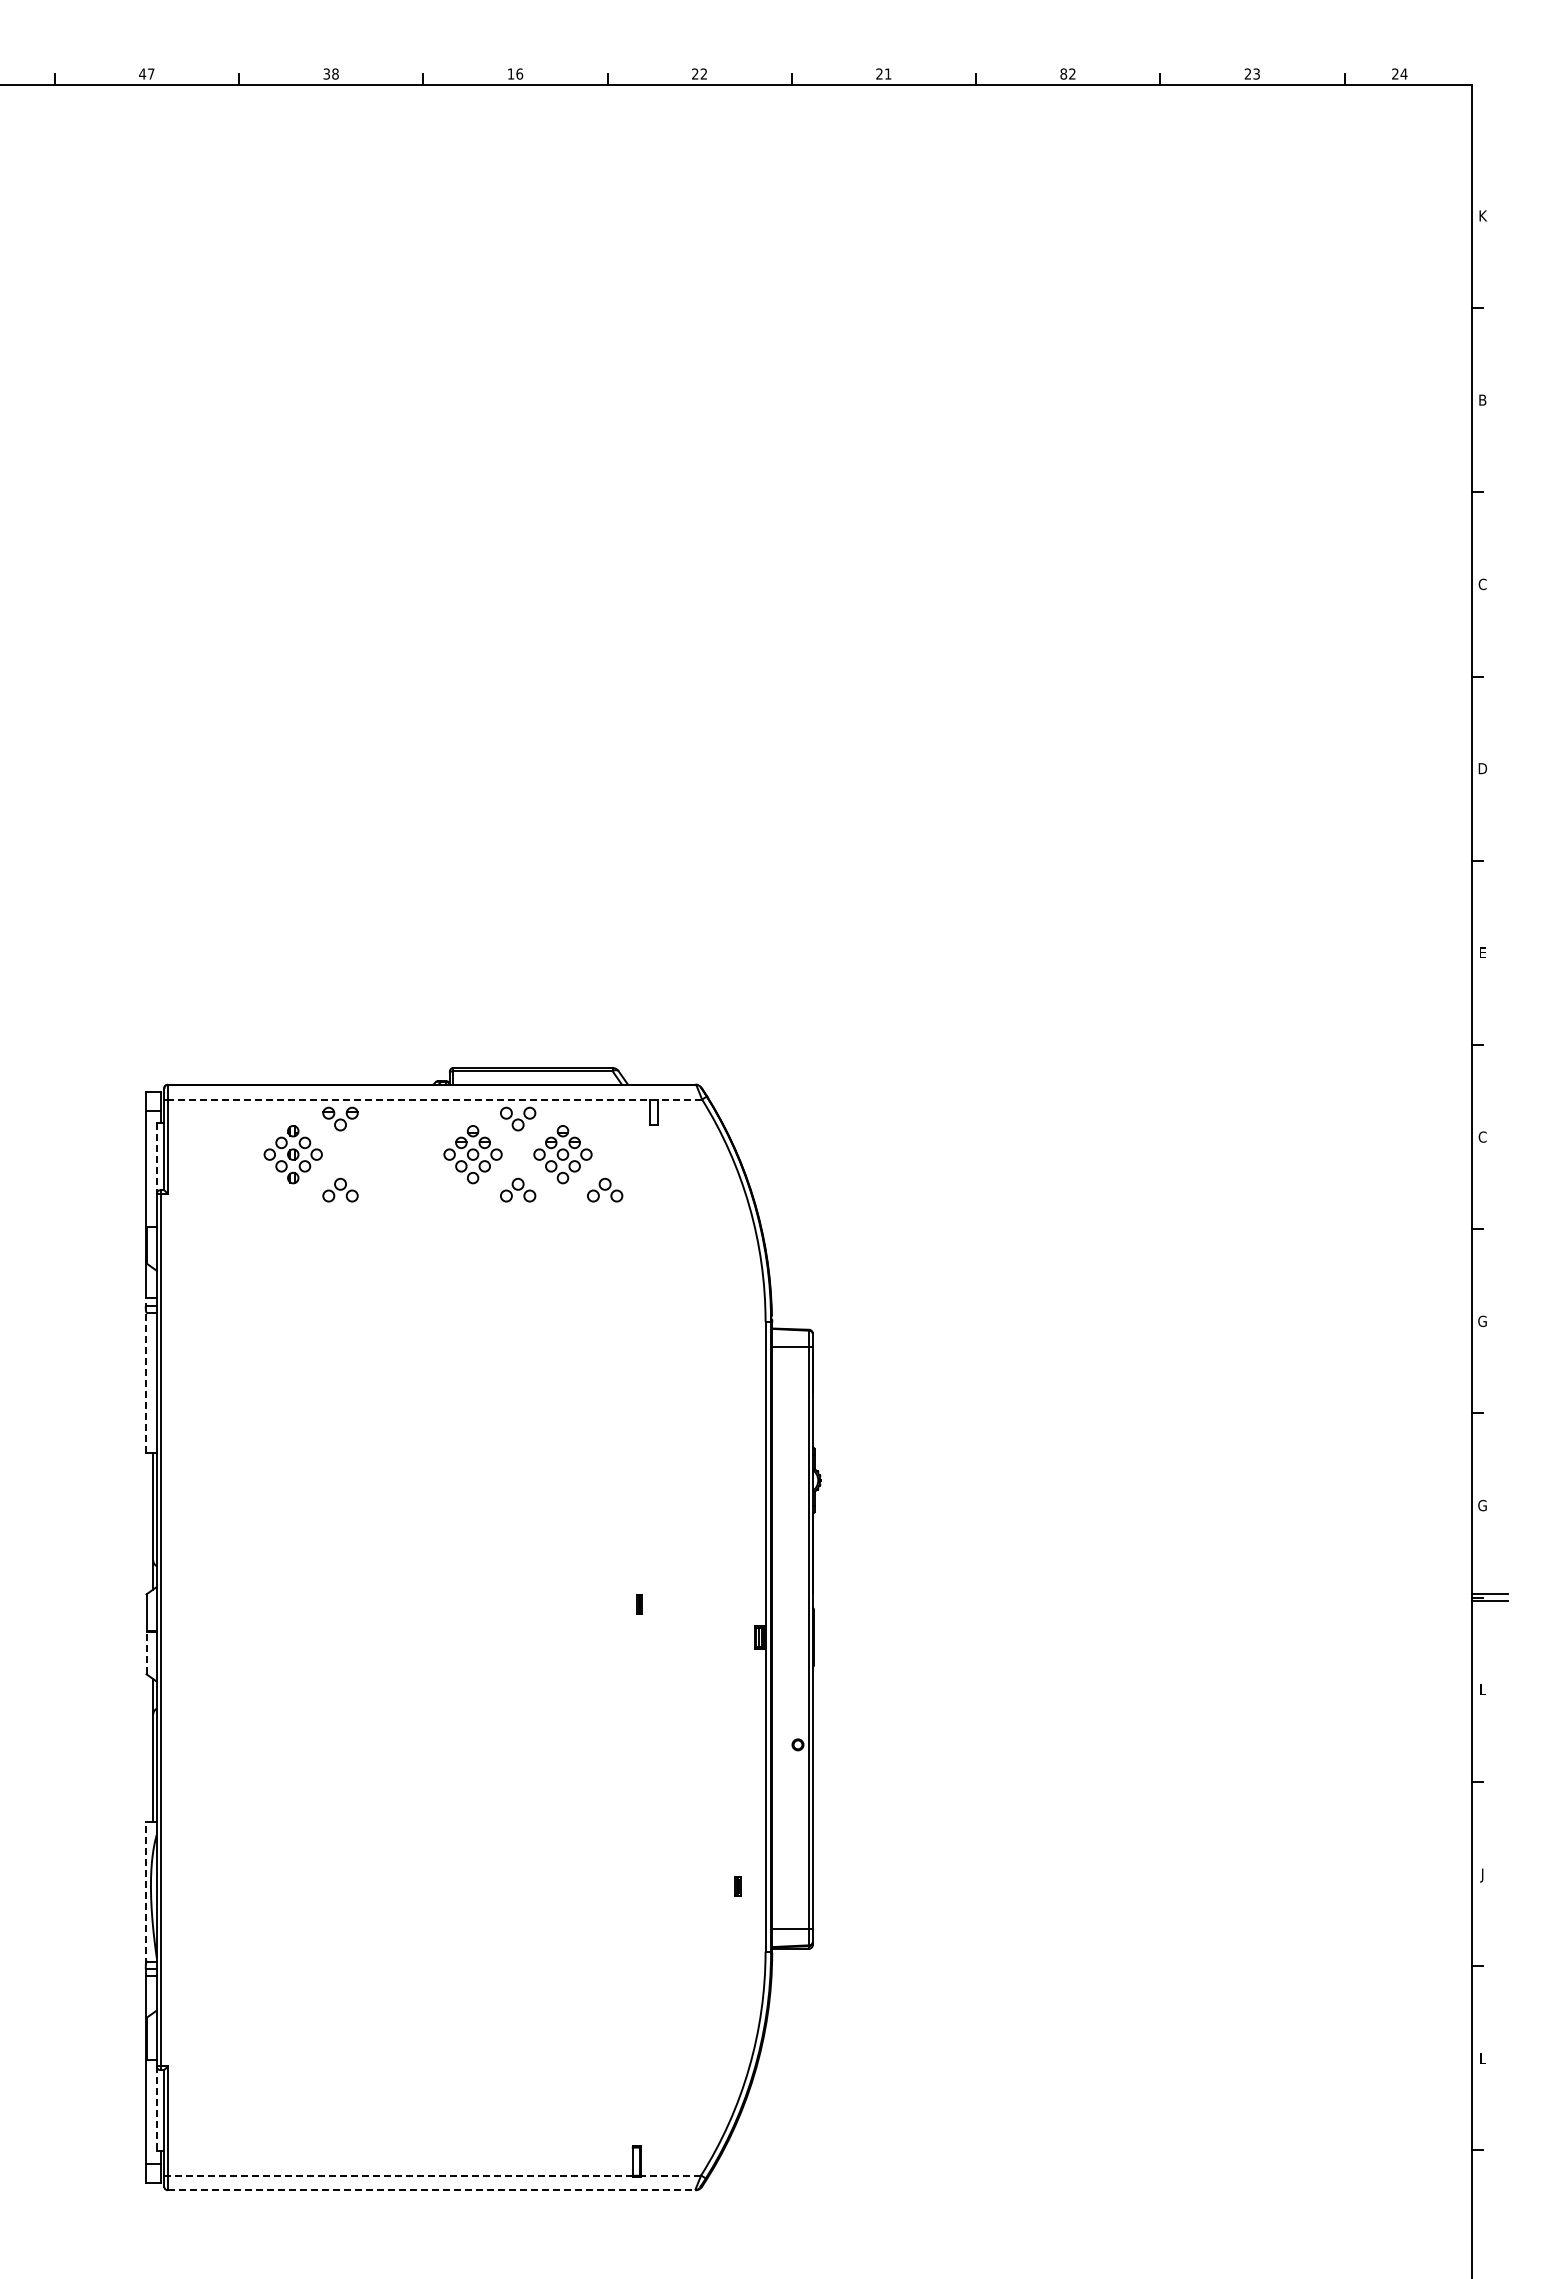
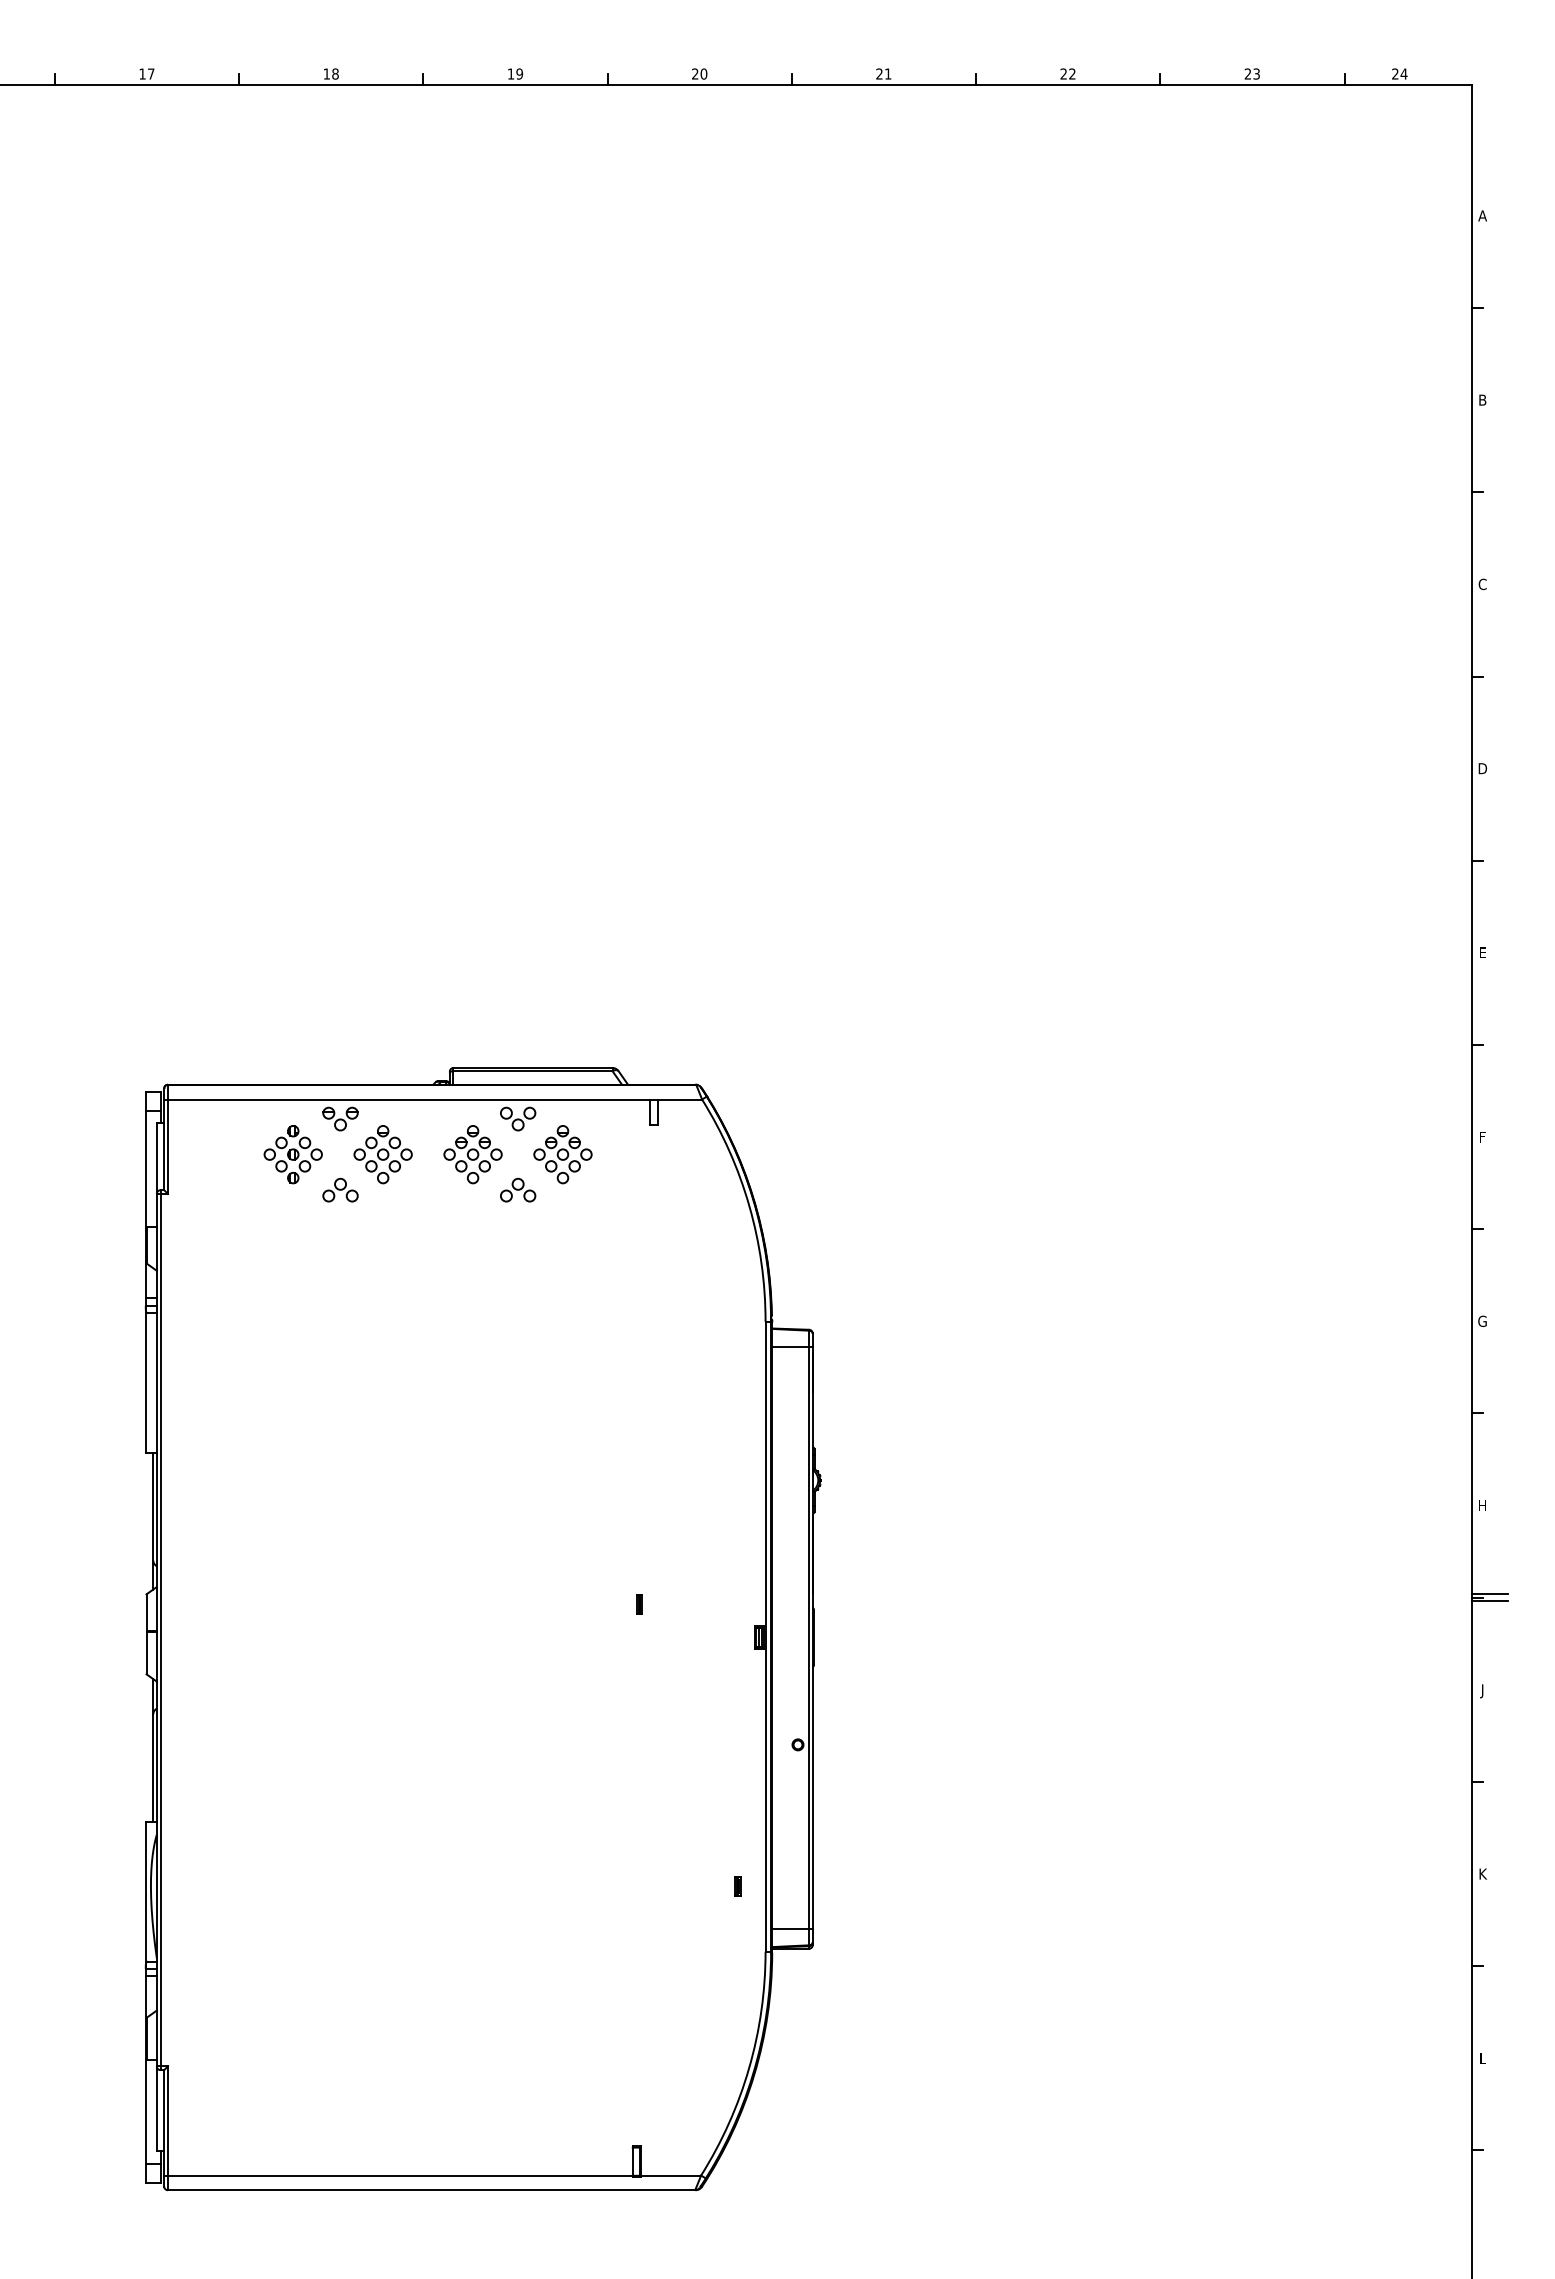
text at (142, 73): 47 -> 17
text at (326, 73): 38 -> 18
text at (519, 73): 16 -> 19
text at (703, 73): 22 -> 20
text at (1063, 73): 82 -> 22
text at (1482, 215): K -> A
line at (434, 1099): dashed -> solid
text at (1482, 1136): C -> F
part at (382, 1154): none -> present
line at (156, 1159): dashed -> solid
part at (605, 1189): present -> none
line at (145, 1375): dashed -> solid
text at (1482, 1505): G -> H
line at (146, 1652): dashed -> solid
text at (1482, 1691): L -> J
text at (1483, 1875): J -> K
line at (145, 1898): dashed -> solid
line at (156, 2108): dashed -> solid
line at (399, 2175): dashed -> solid
line at (670, 2175): dashed -> solid
line at (431, 2190): dashed -> solid
